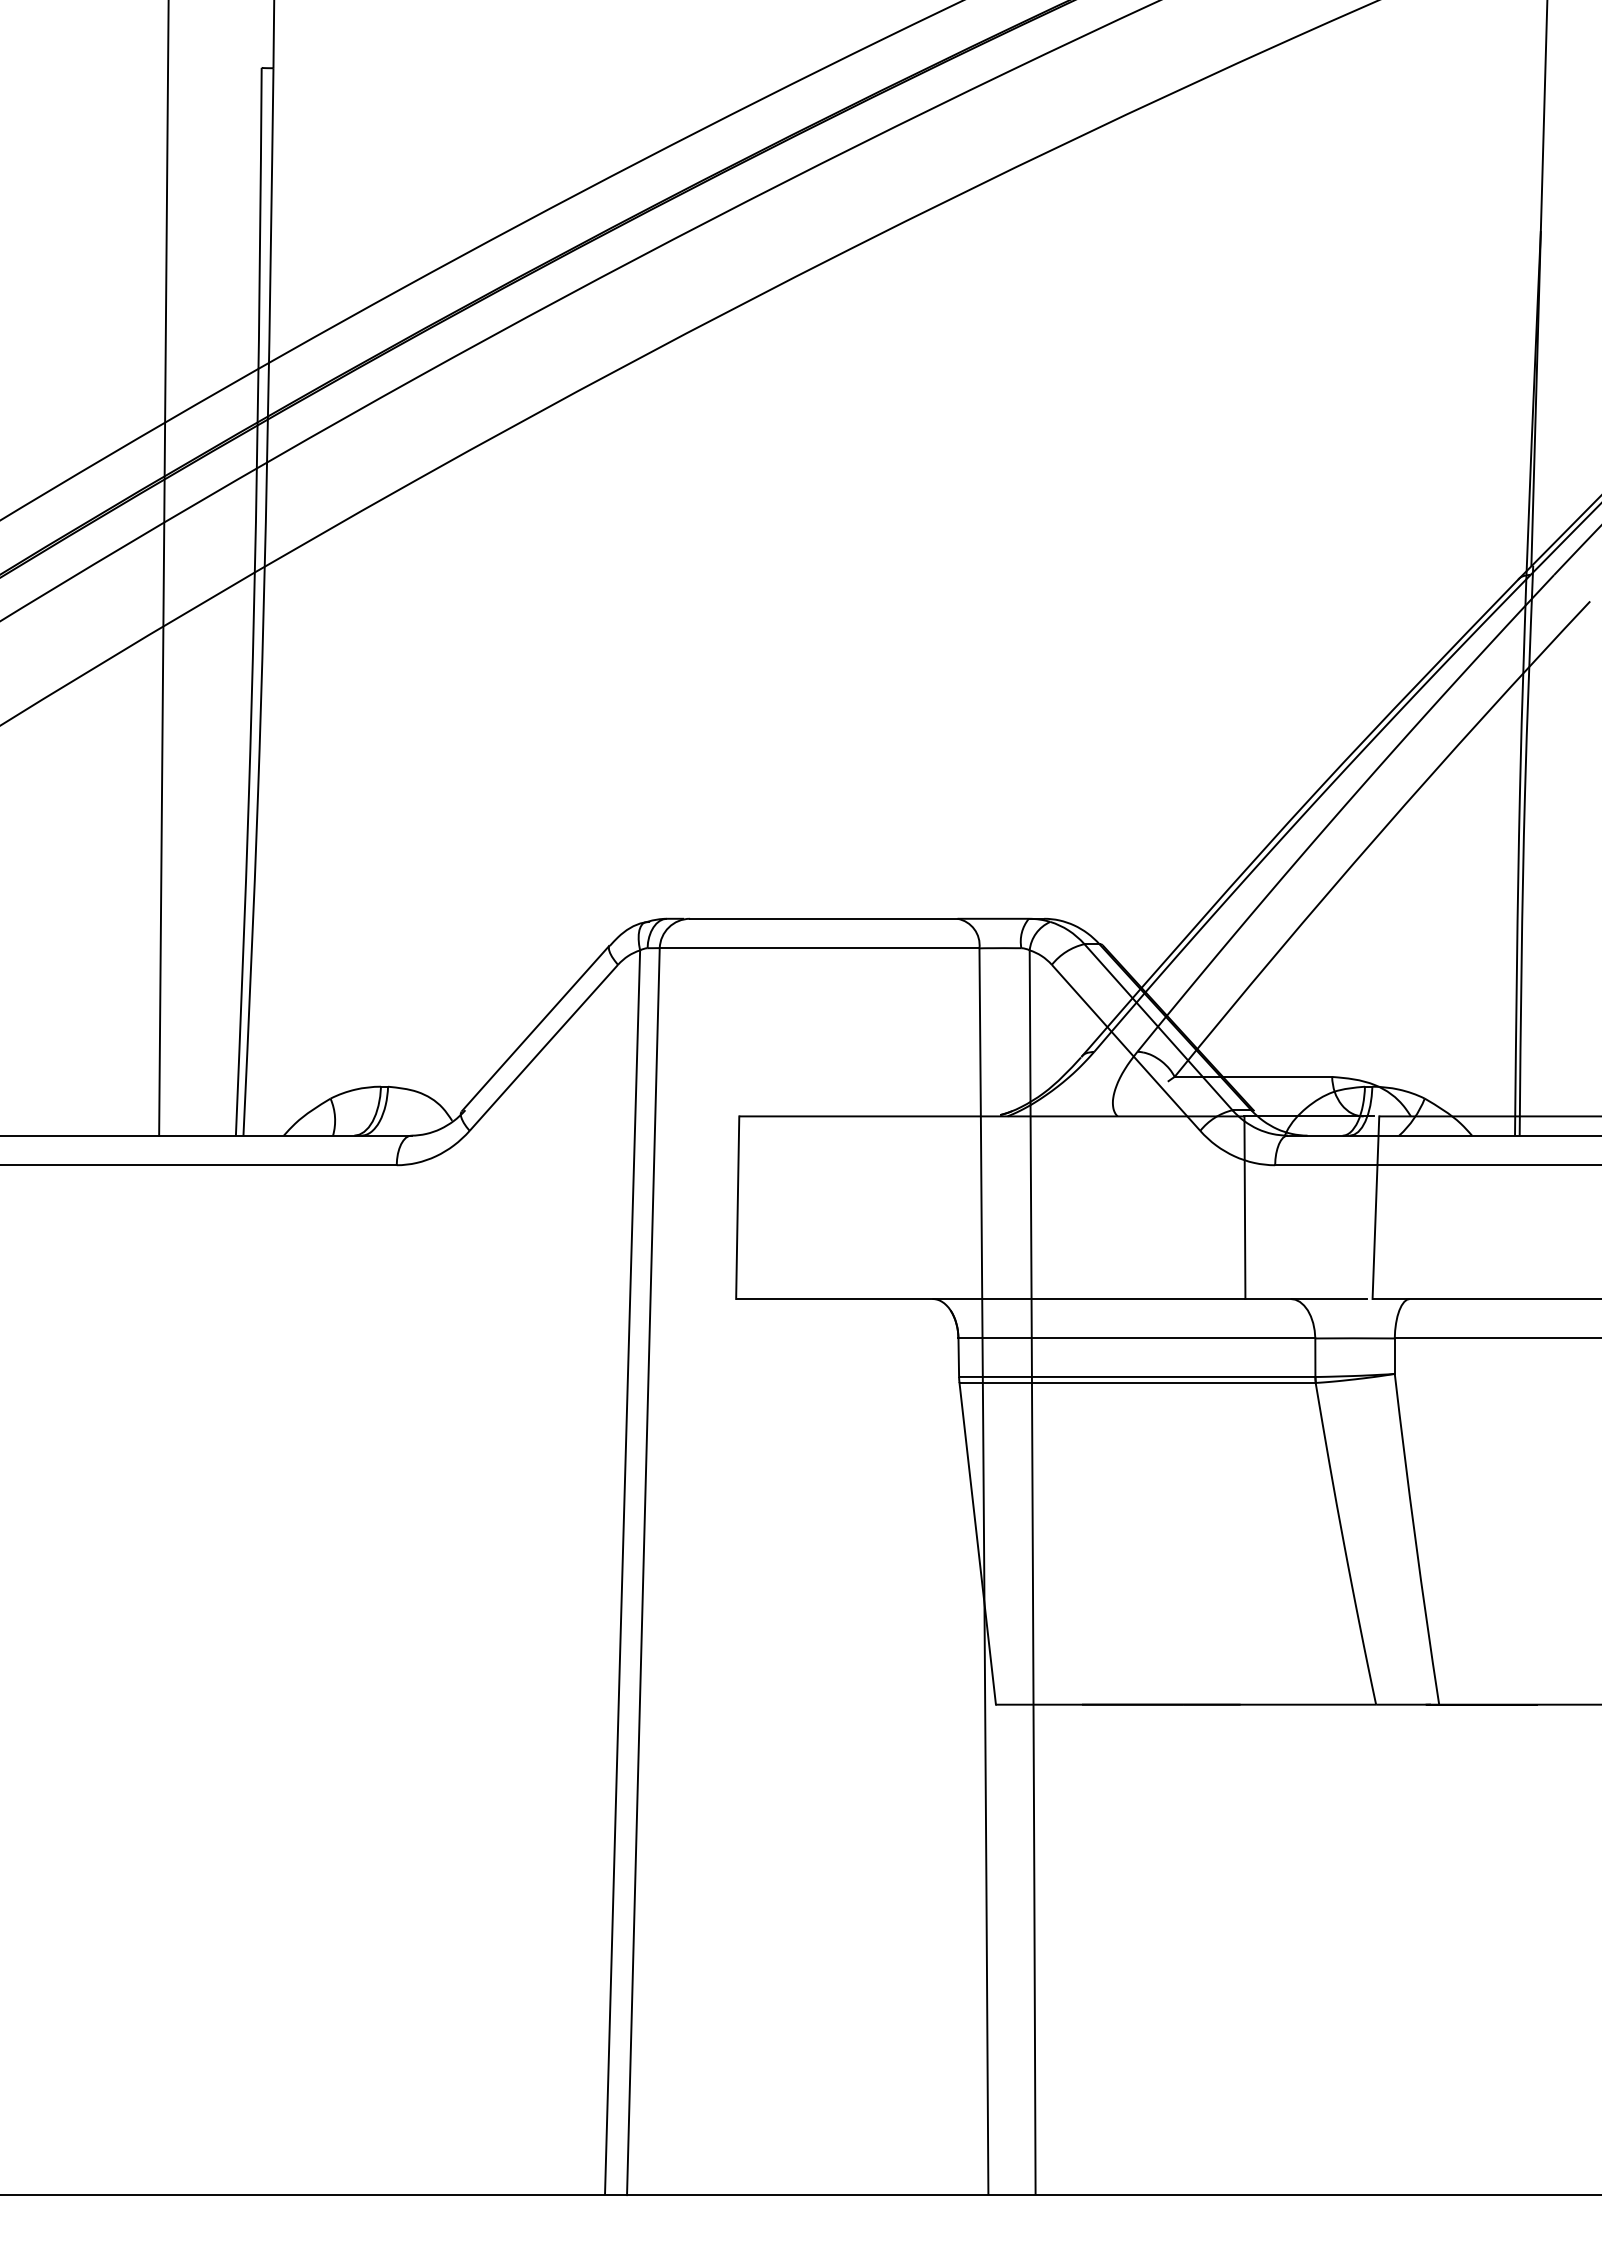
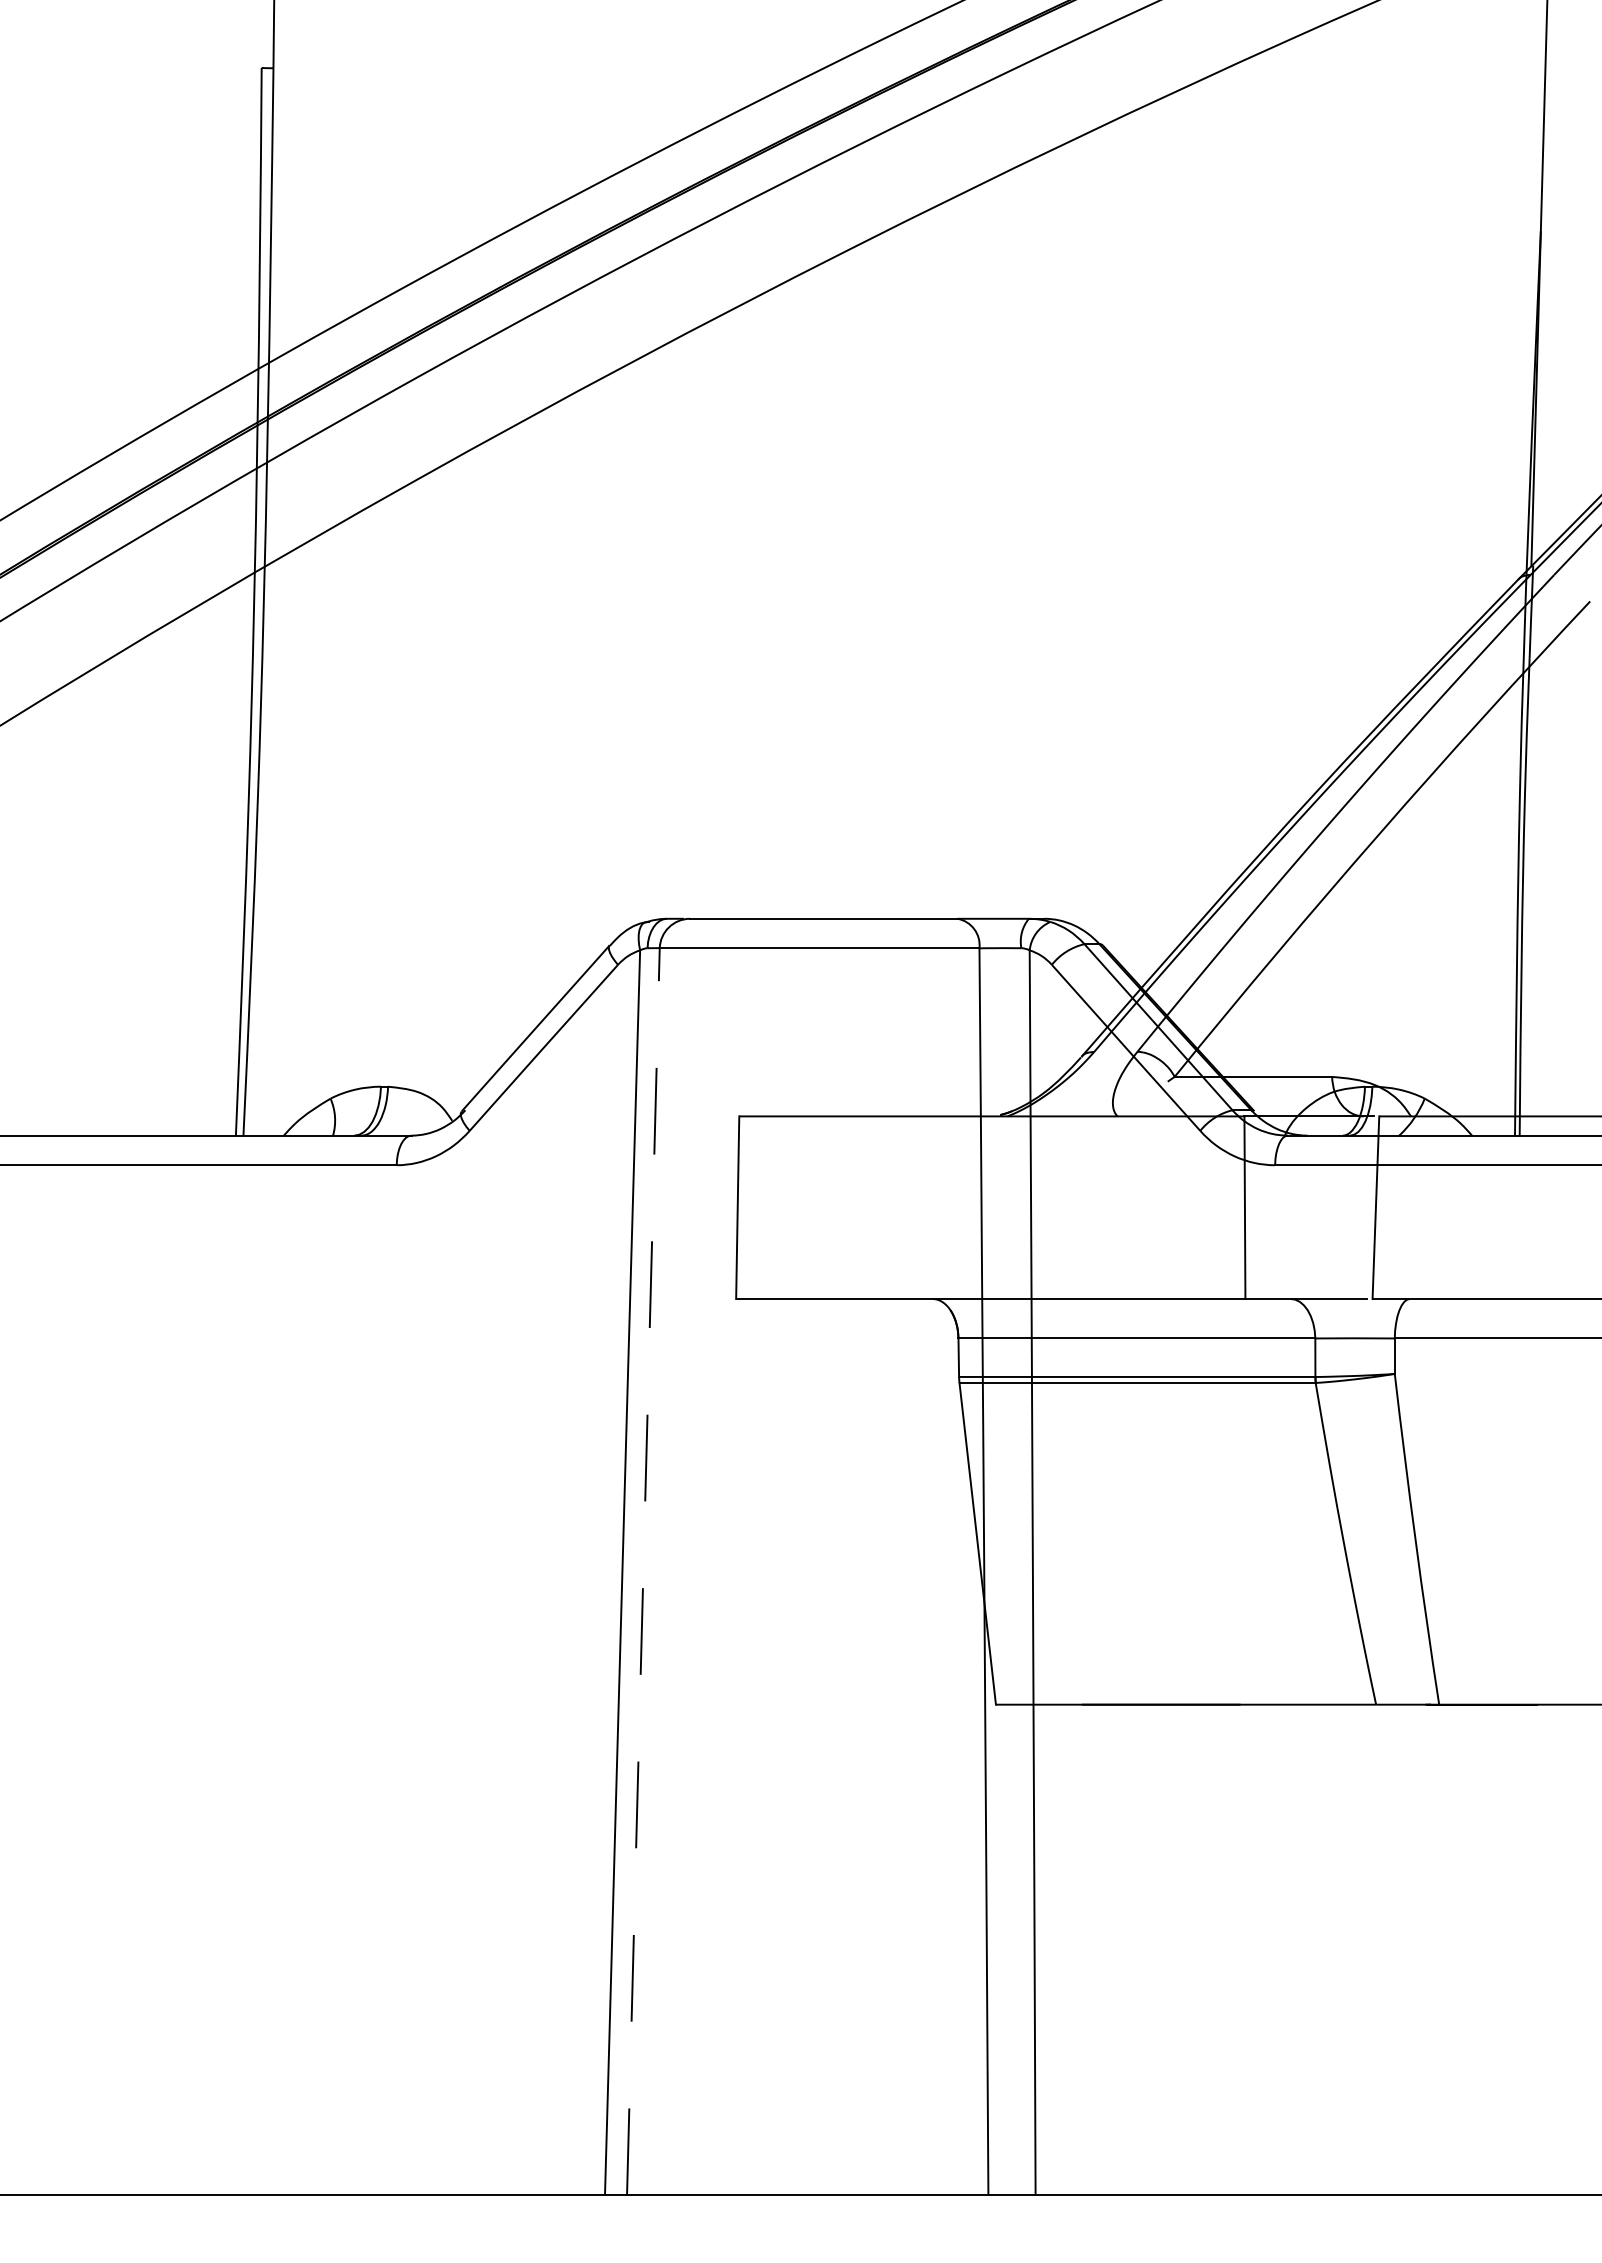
line at (163, 568): present -> none
line at (643, 1571): solid -> dashed
